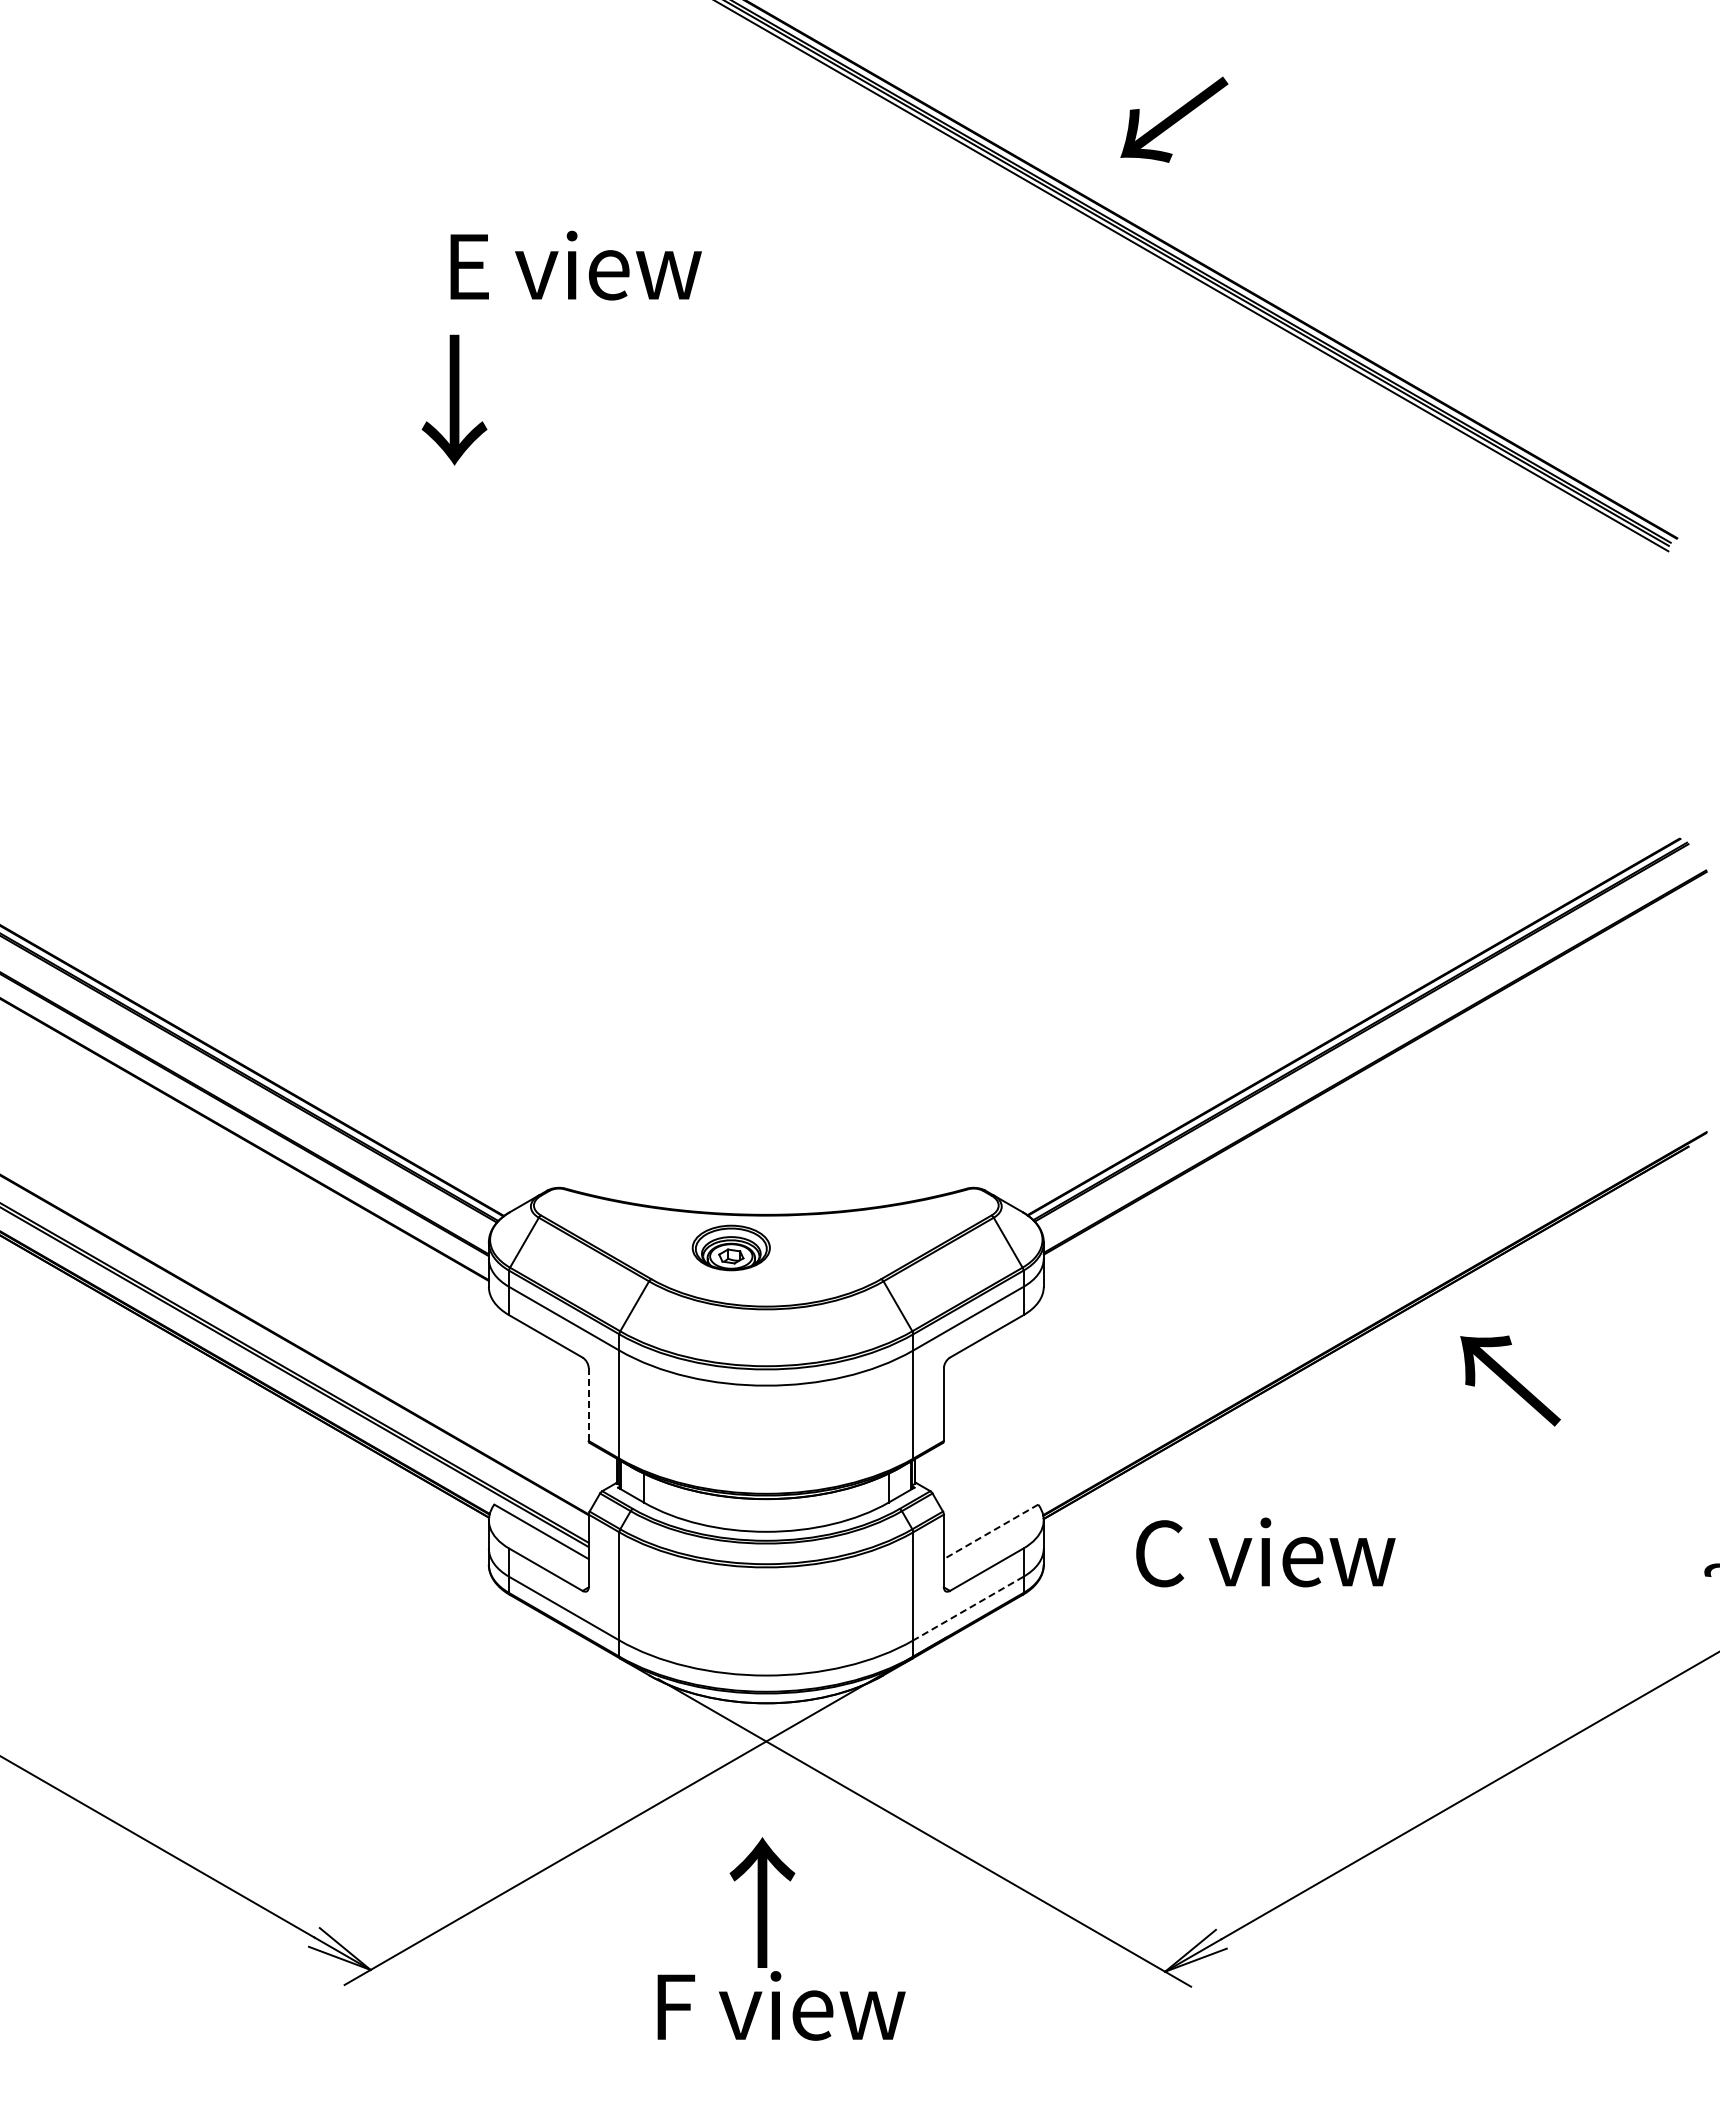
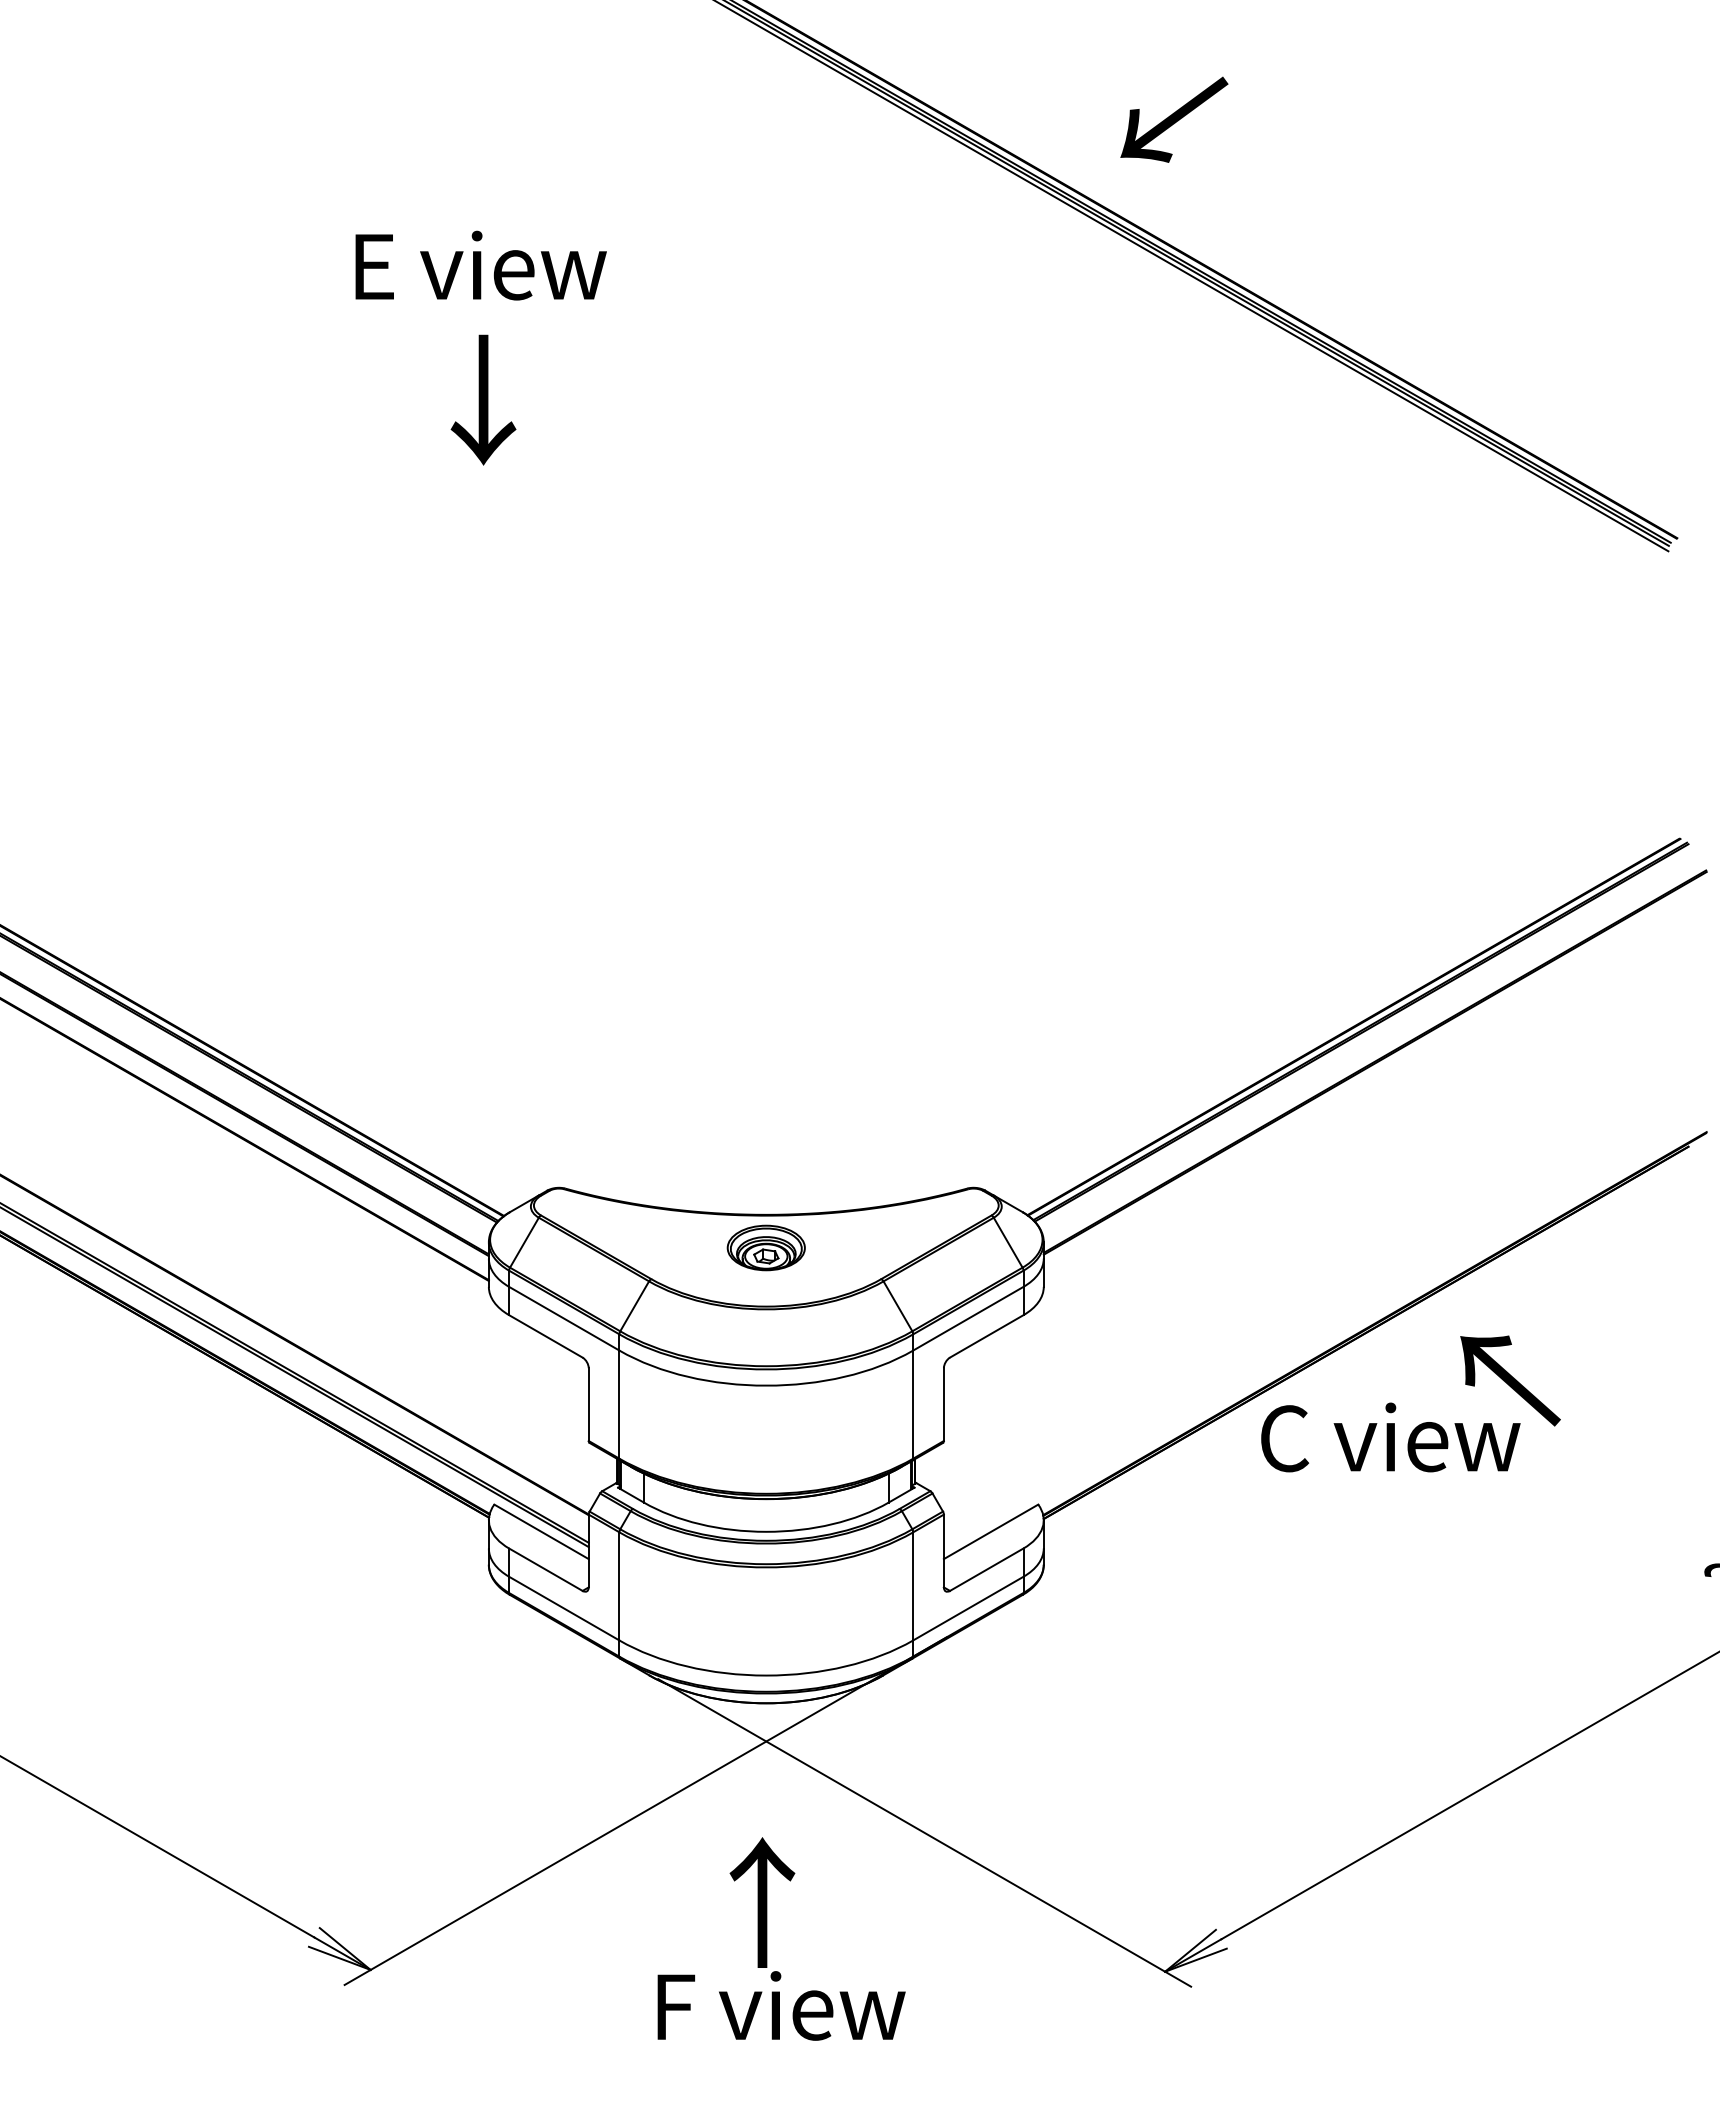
text at (575, 265) position: (575, 265) -> (480, 265)
text at (454, 399) position: (454, 399) -> (483, 399)
part at (730, 1247) position: (730, 1247) -> (765, 1247)
line at (588, 1405): dashed -> solid
line at (990, 1532): dashed -> solid
text at (1265, 1552) position: (1265, 1552) -> (1390, 1437)
line at (968, 1608): dashed -> solid
